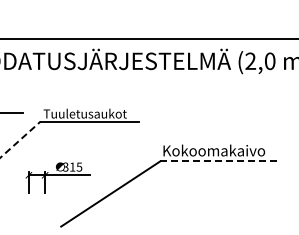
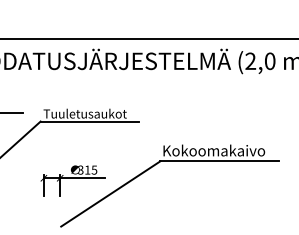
line at (20, 139): dashed -> solid
line at (220, 161): dashed -> solid
part at (57, 177) position: (57, 177) -> (72, 180)
